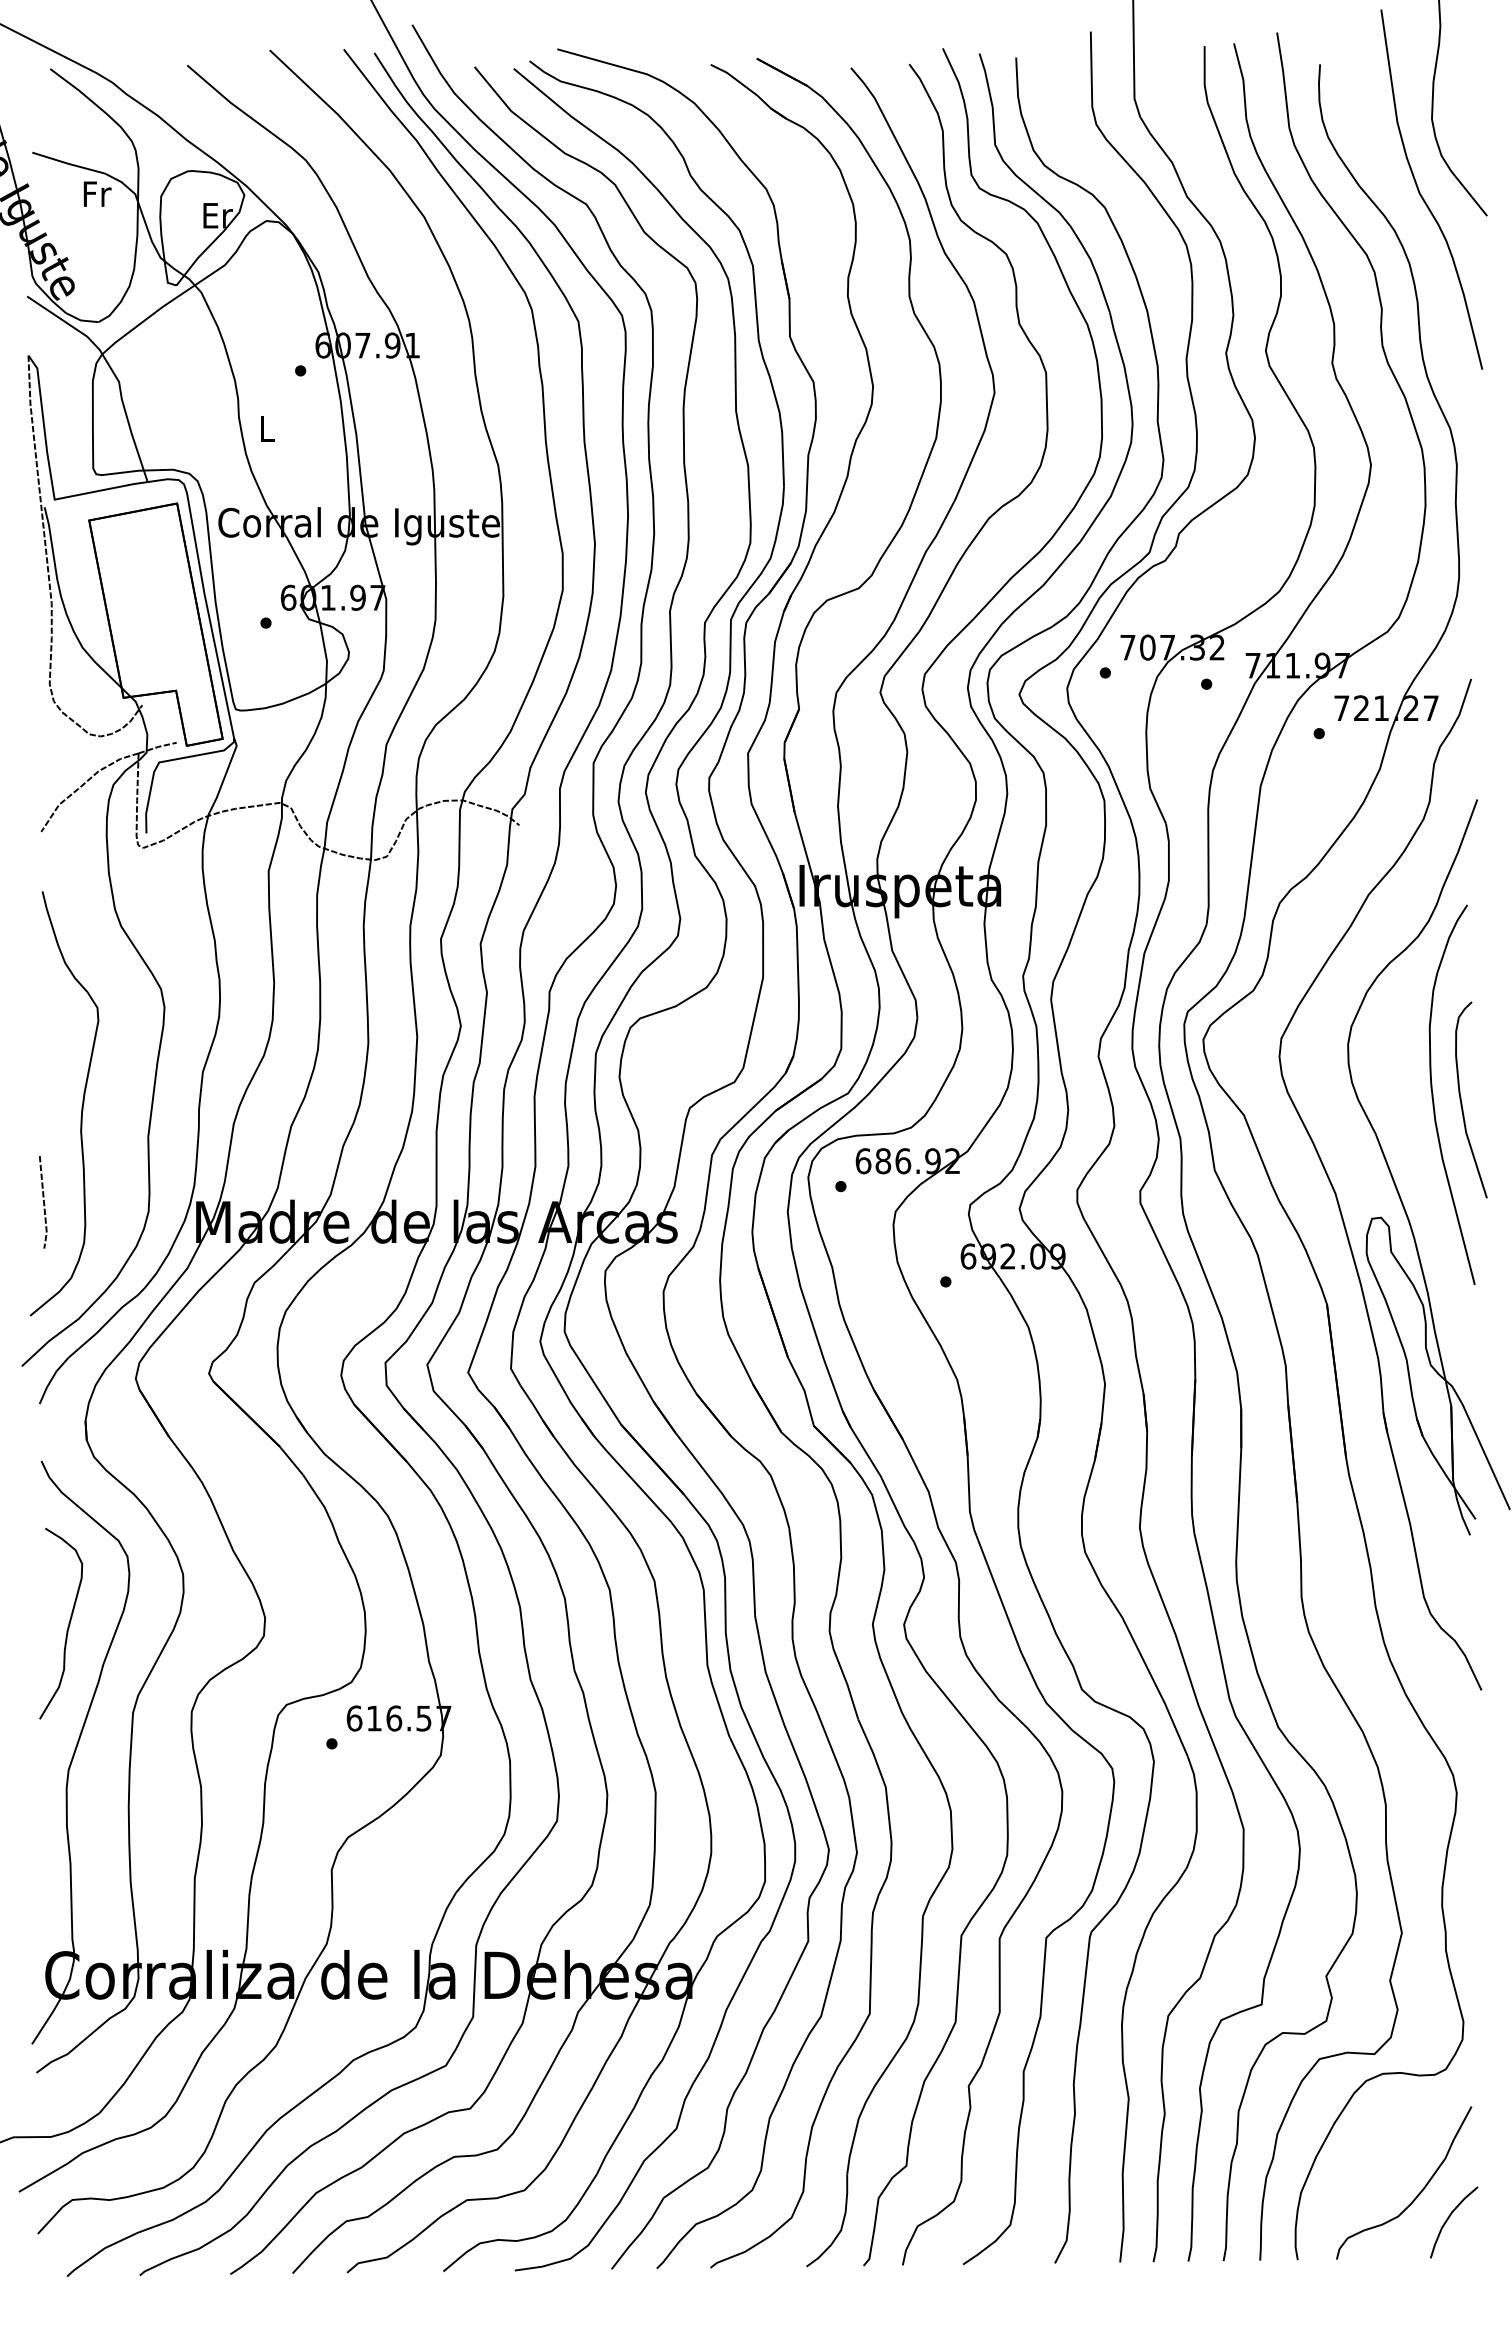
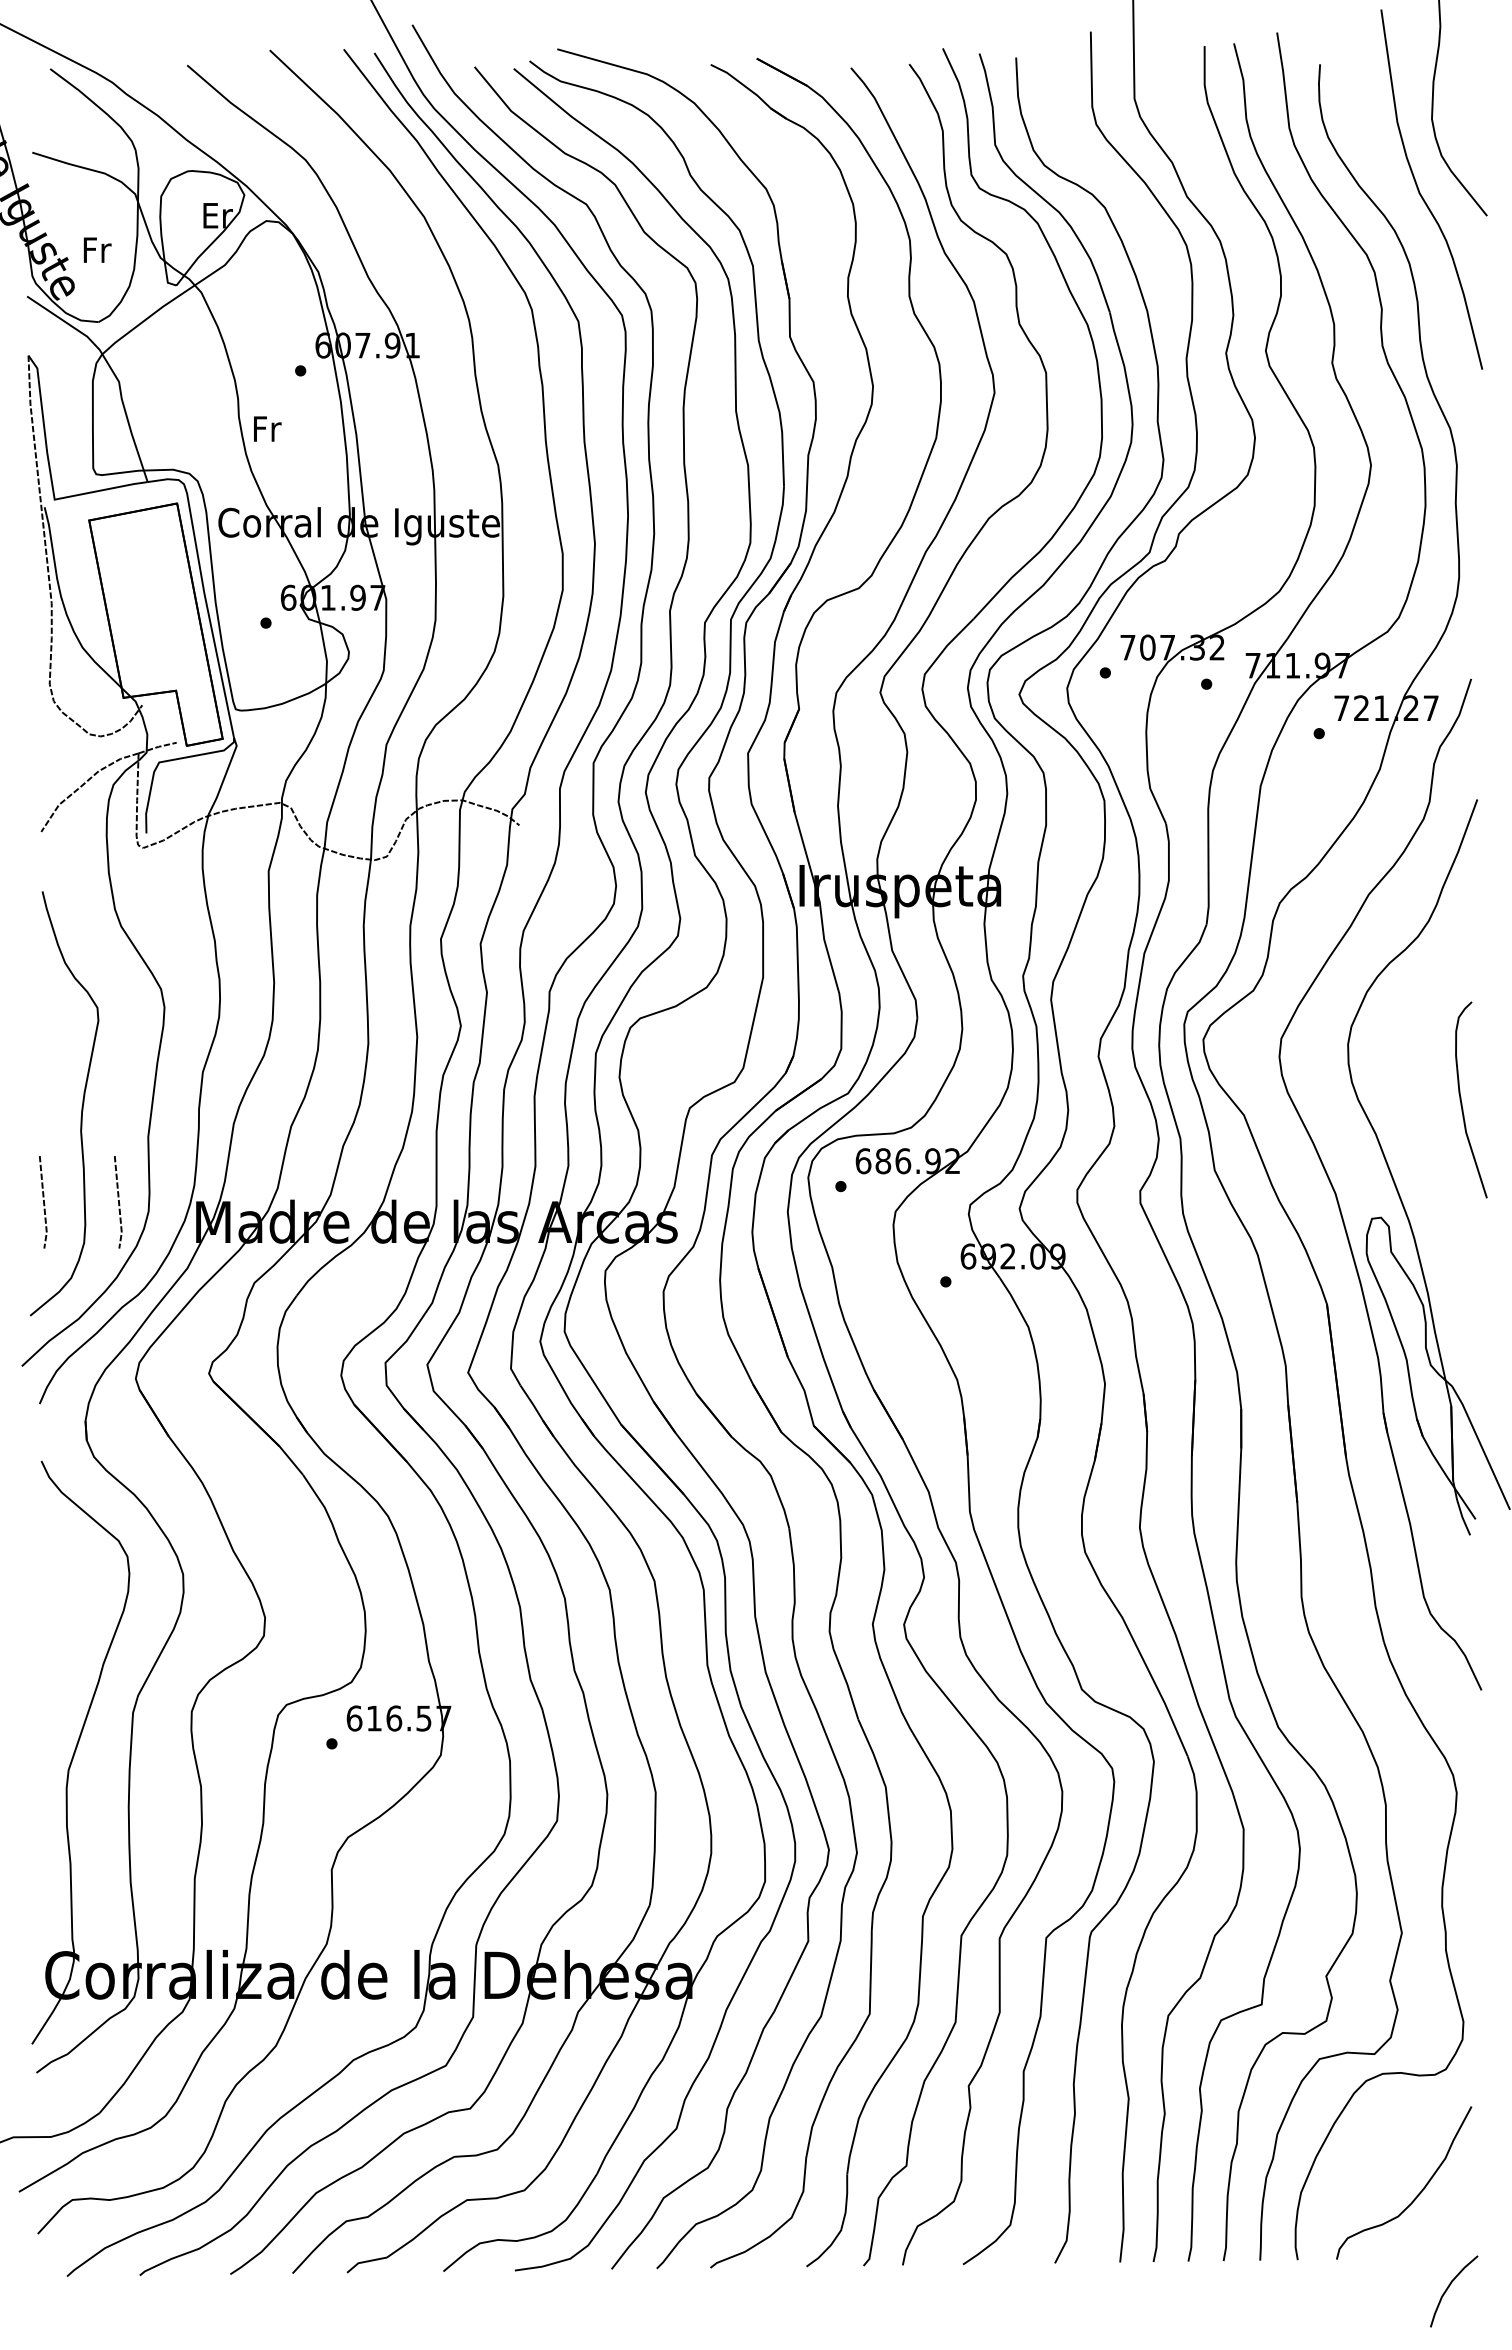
text at (97, 193) position: (97, 193) -> (97, 249)
text at (267, 428): L -> Fr
curve at (1433, 1094): present -> none
line at (118, 1202): none -> present
curve at (67, 1626): present -> none
curve at (1449, 2218) position: (1449, 2218) -> (1449, 2287)
